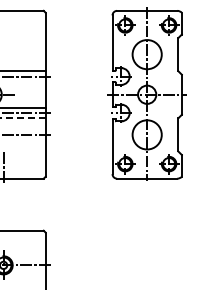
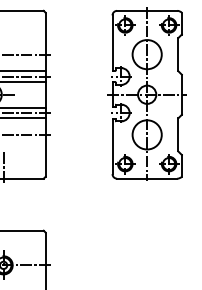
line at (26, 54): none -> present
line at (23, 82): none -> present
line at (22, 118): dashed -> solid
